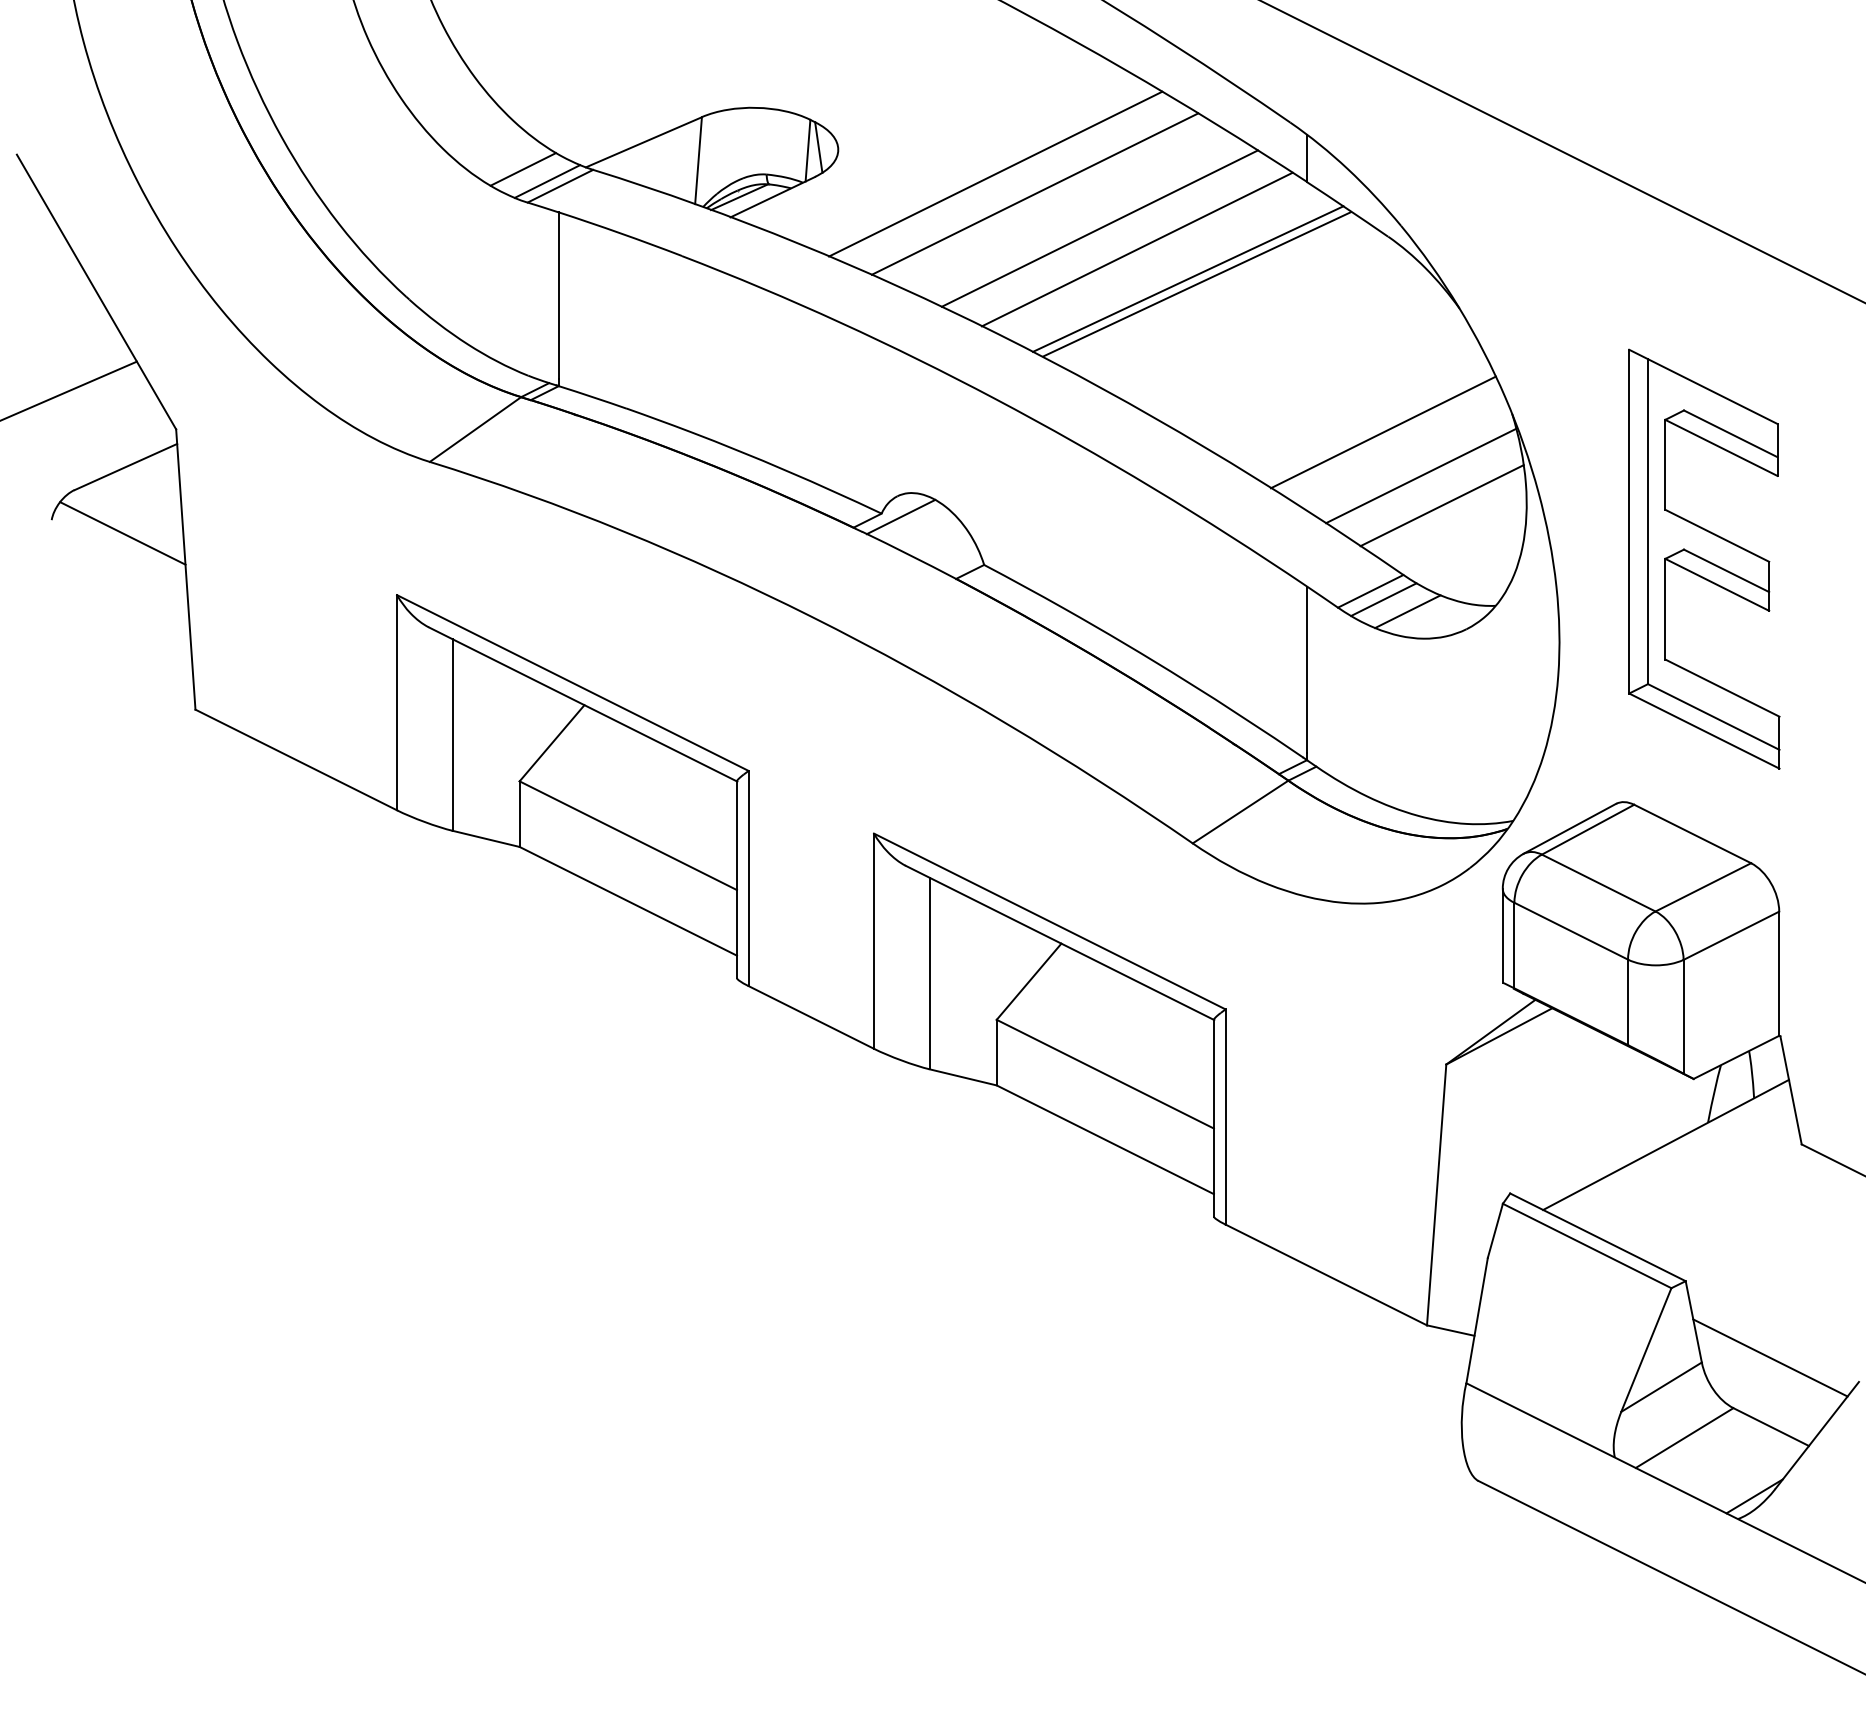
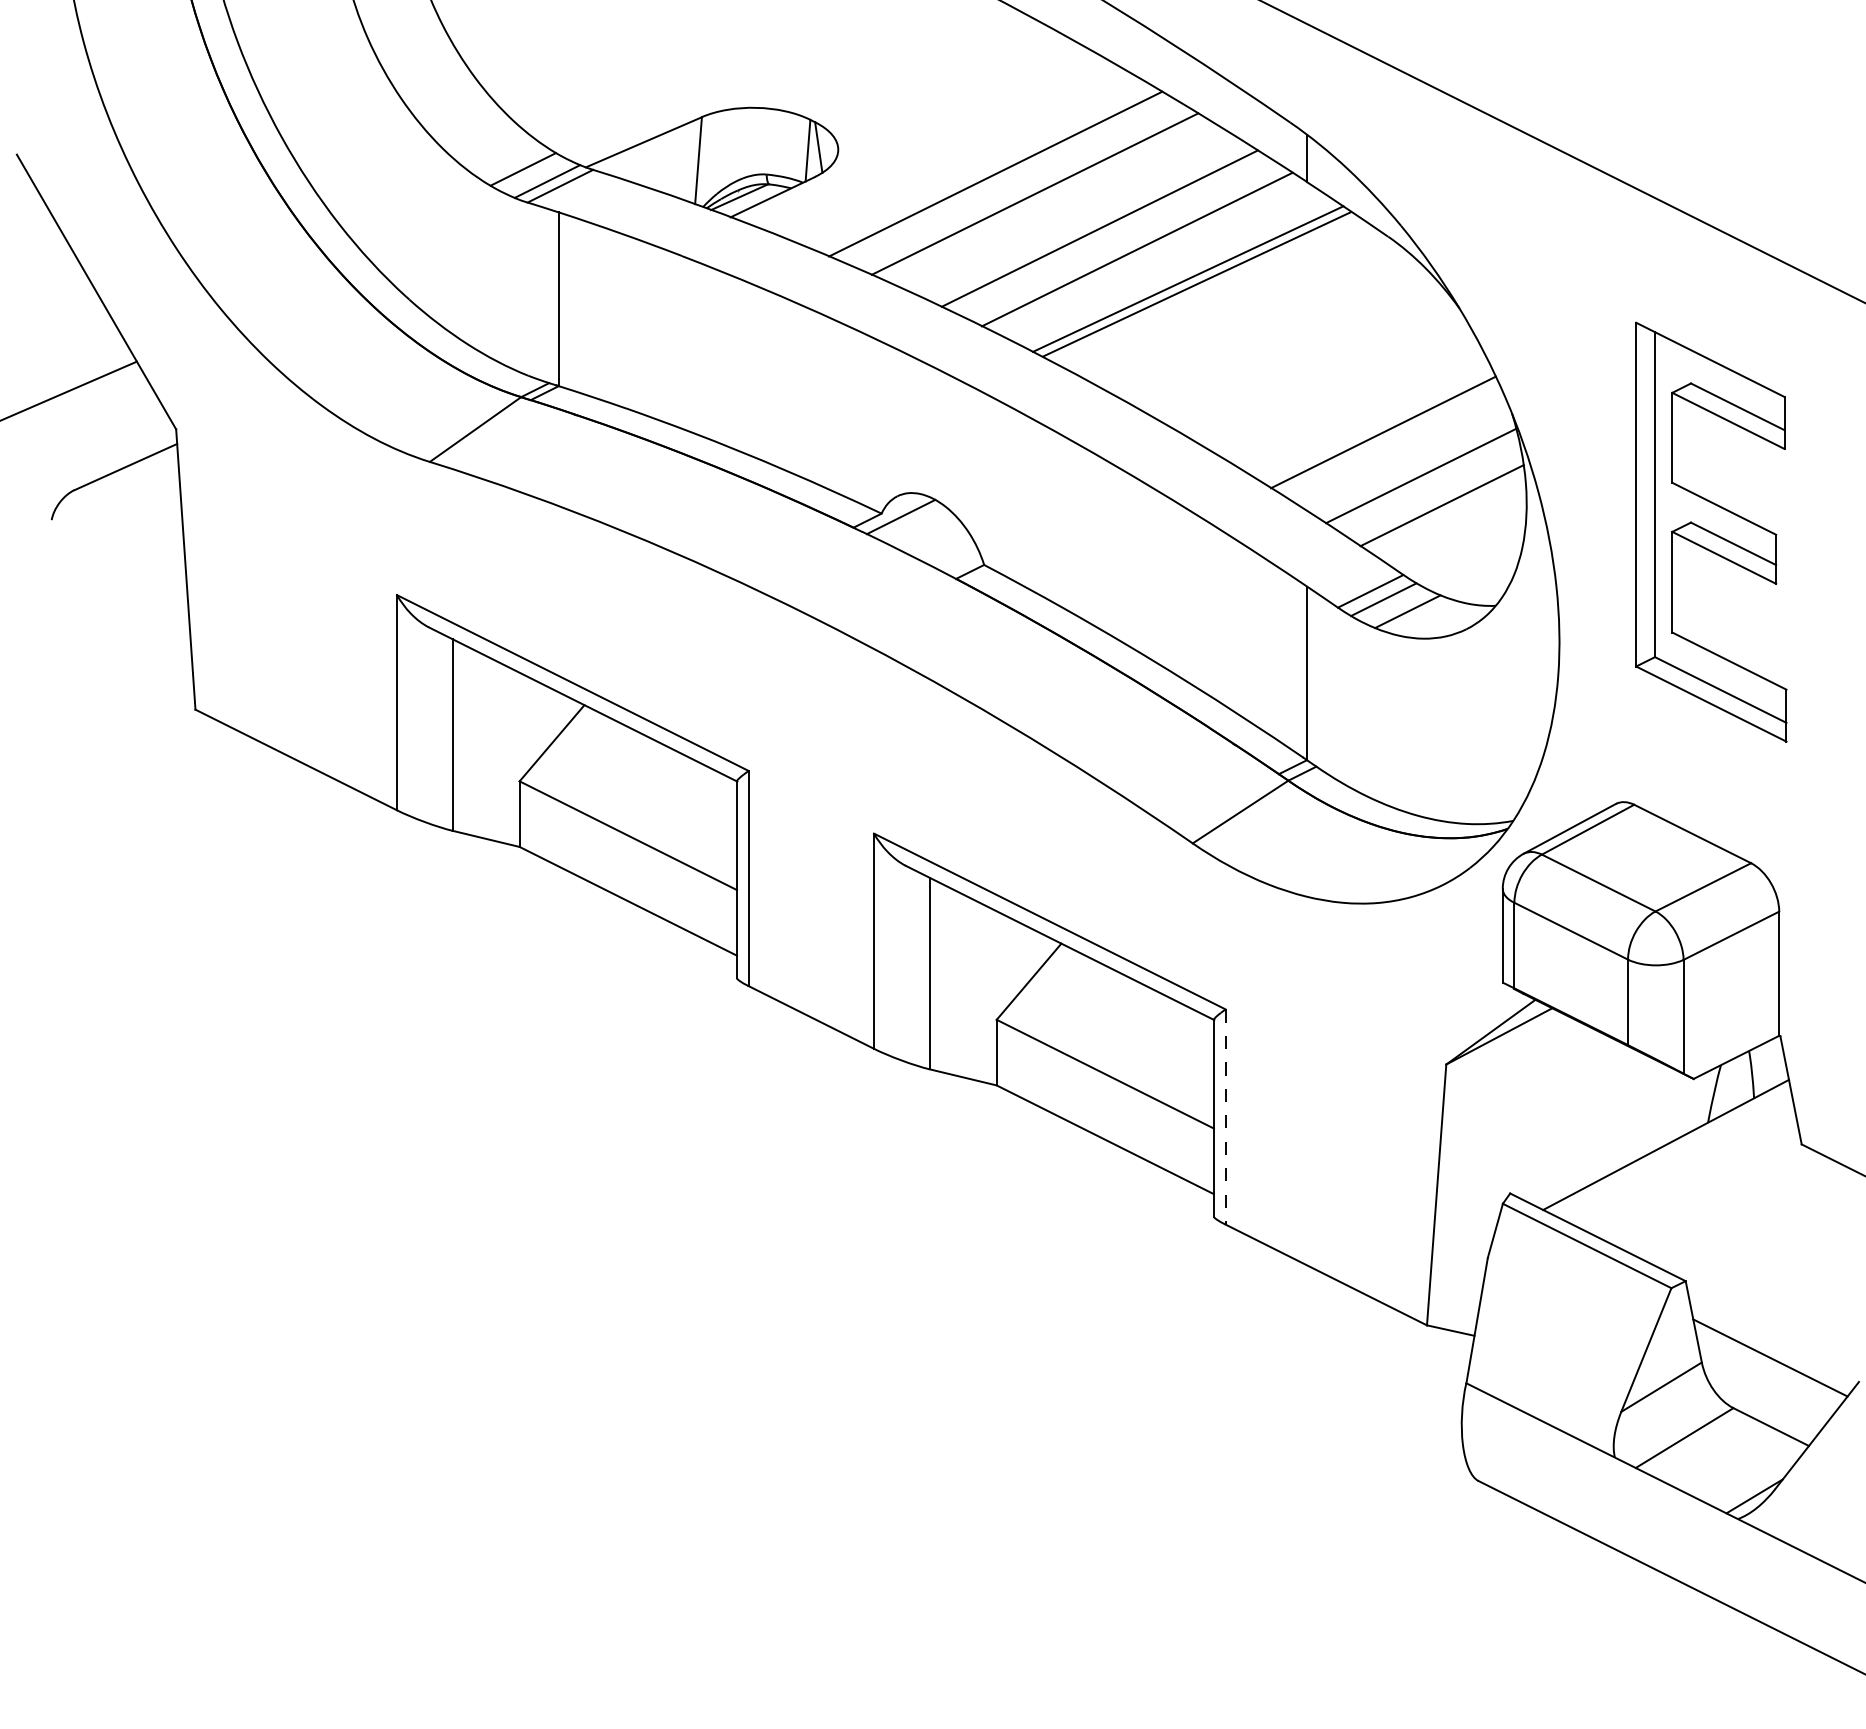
line at (122, 533): present -> none
part at (1704, 558) position: (1704, 558) -> (1711, 531)
line at (1225, 1116): solid -> dashed
